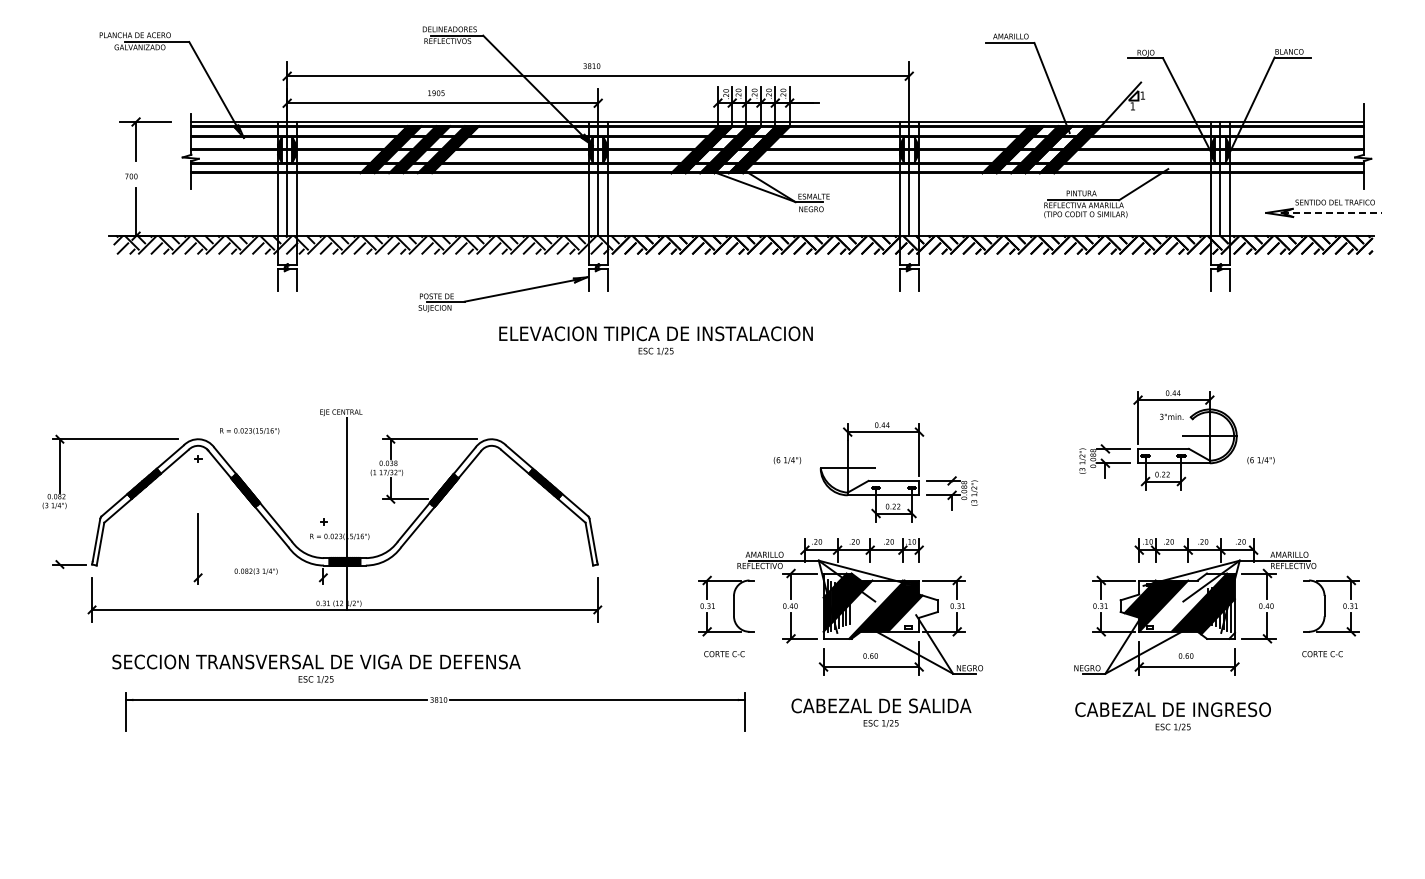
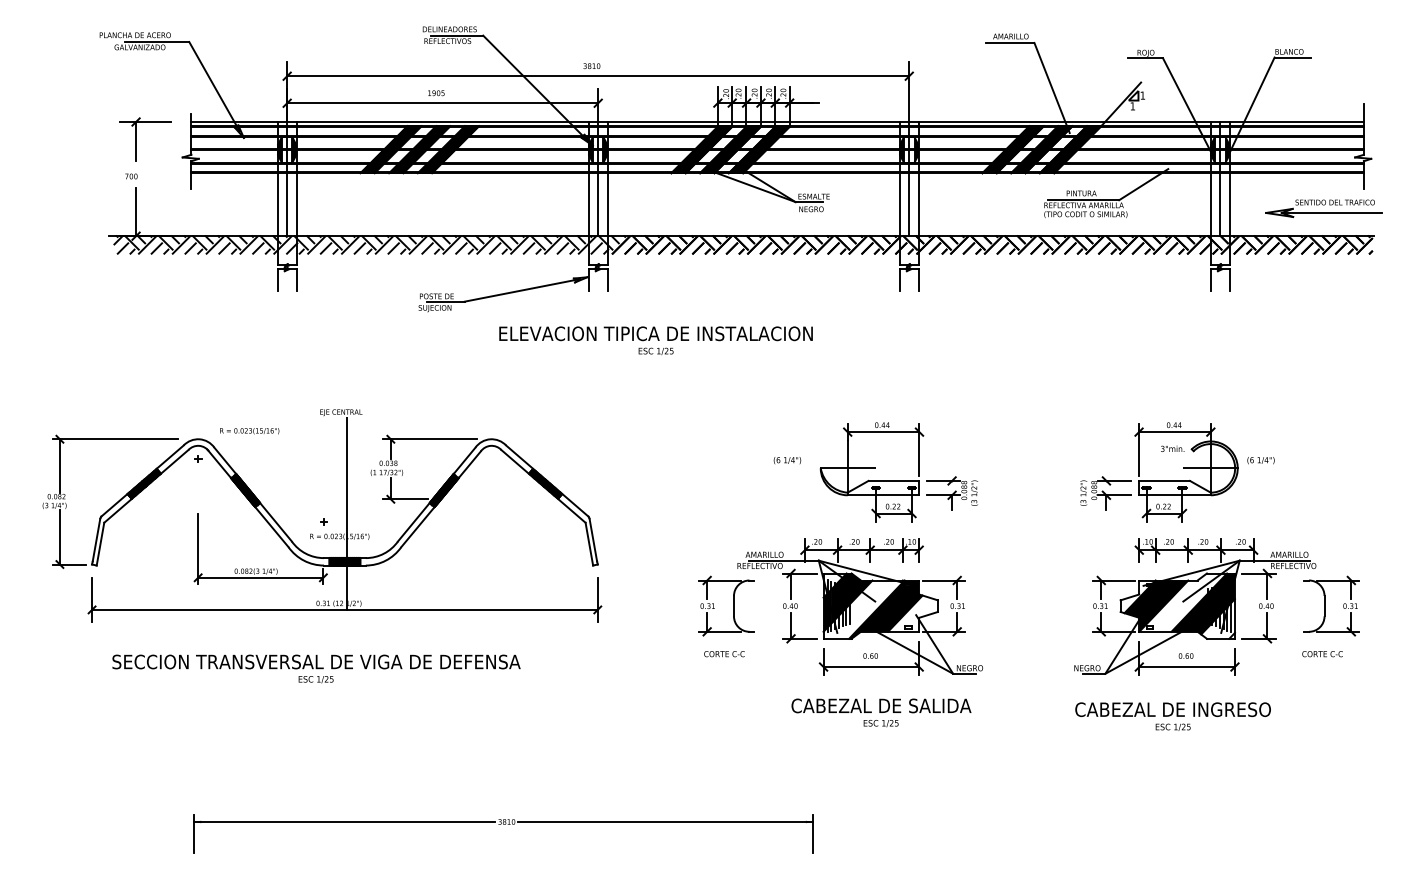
line at (1332, 212): dashed -> solid
part at (1158, 448) position: (1158, 448) -> (1159, 480)
line at (59, 537): none -> present
line at (260, 577): none -> present
part at (435, 702) position: (435, 702) -> (503, 824)
